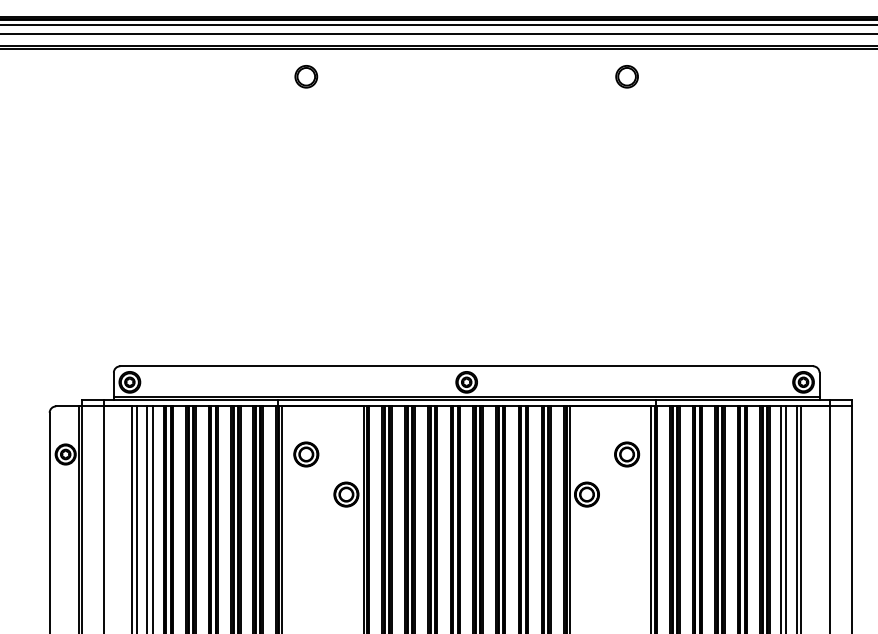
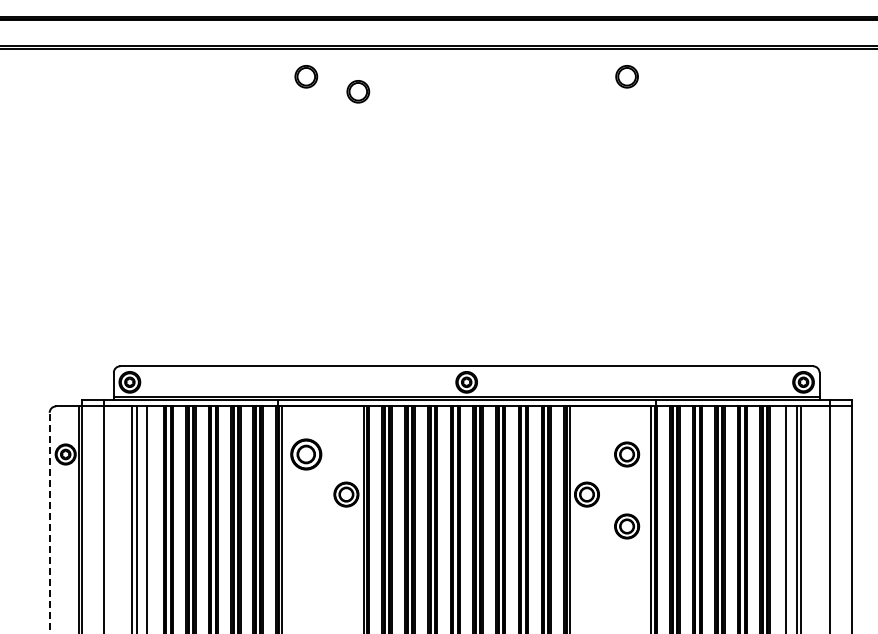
line at (438, 24): present -> none
line at (438, 34): present -> none
part at (358, 91): none -> present
part at (306, 454) size: 27x27 px -> 33x33 px
line at (152, 518): present -> none
line at (780, 518): present -> none
line at (49, 522): solid -> dashed
part at (627, 526): none -> present
